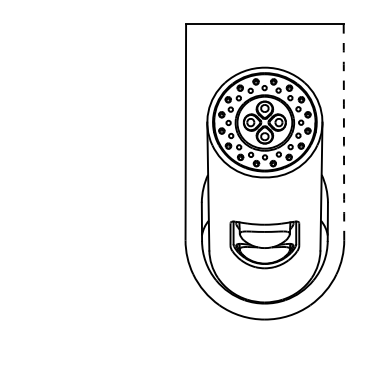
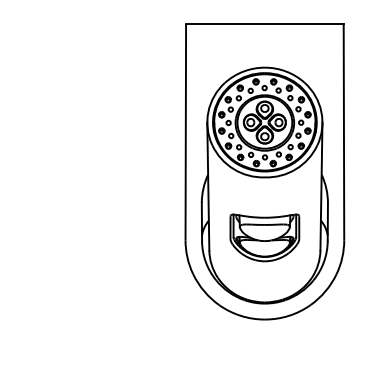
arc at (343, 132): dashed -> solid
part at (264, 244) position: (264, 244) -> (264, 237)
